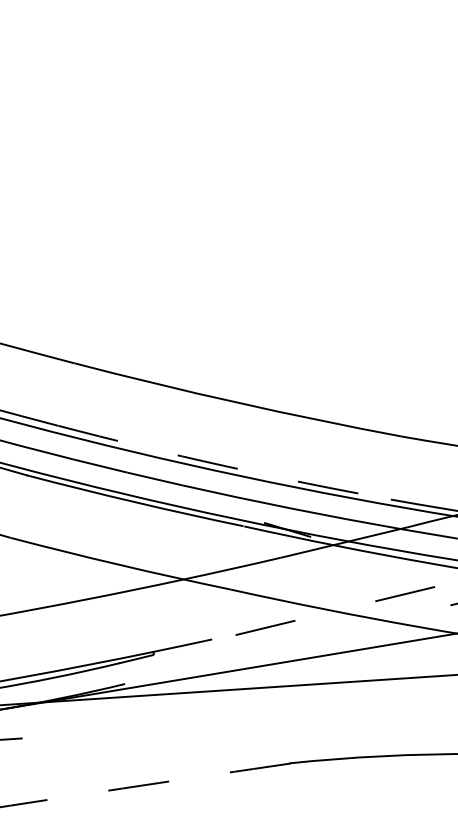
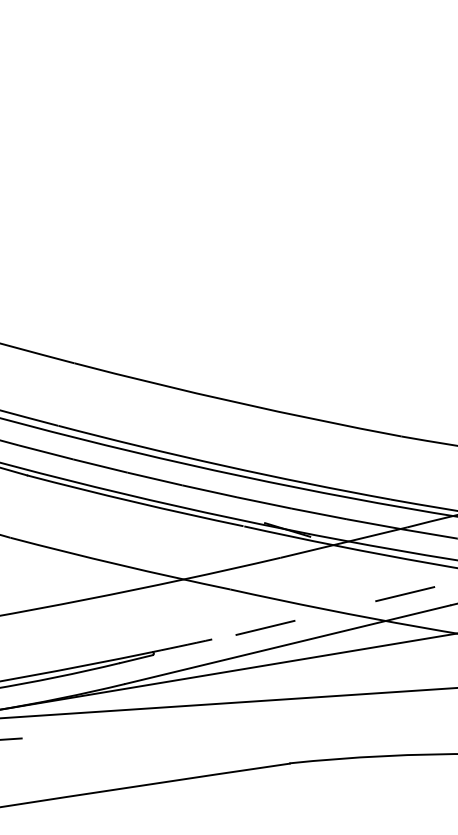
arc at (223, 465): dashed -> solid
line at (287, 644): none -> present
line at (228, 690) position: (228, 690) -> (228, 703)
arc at (145, 785): dashed -> solid
